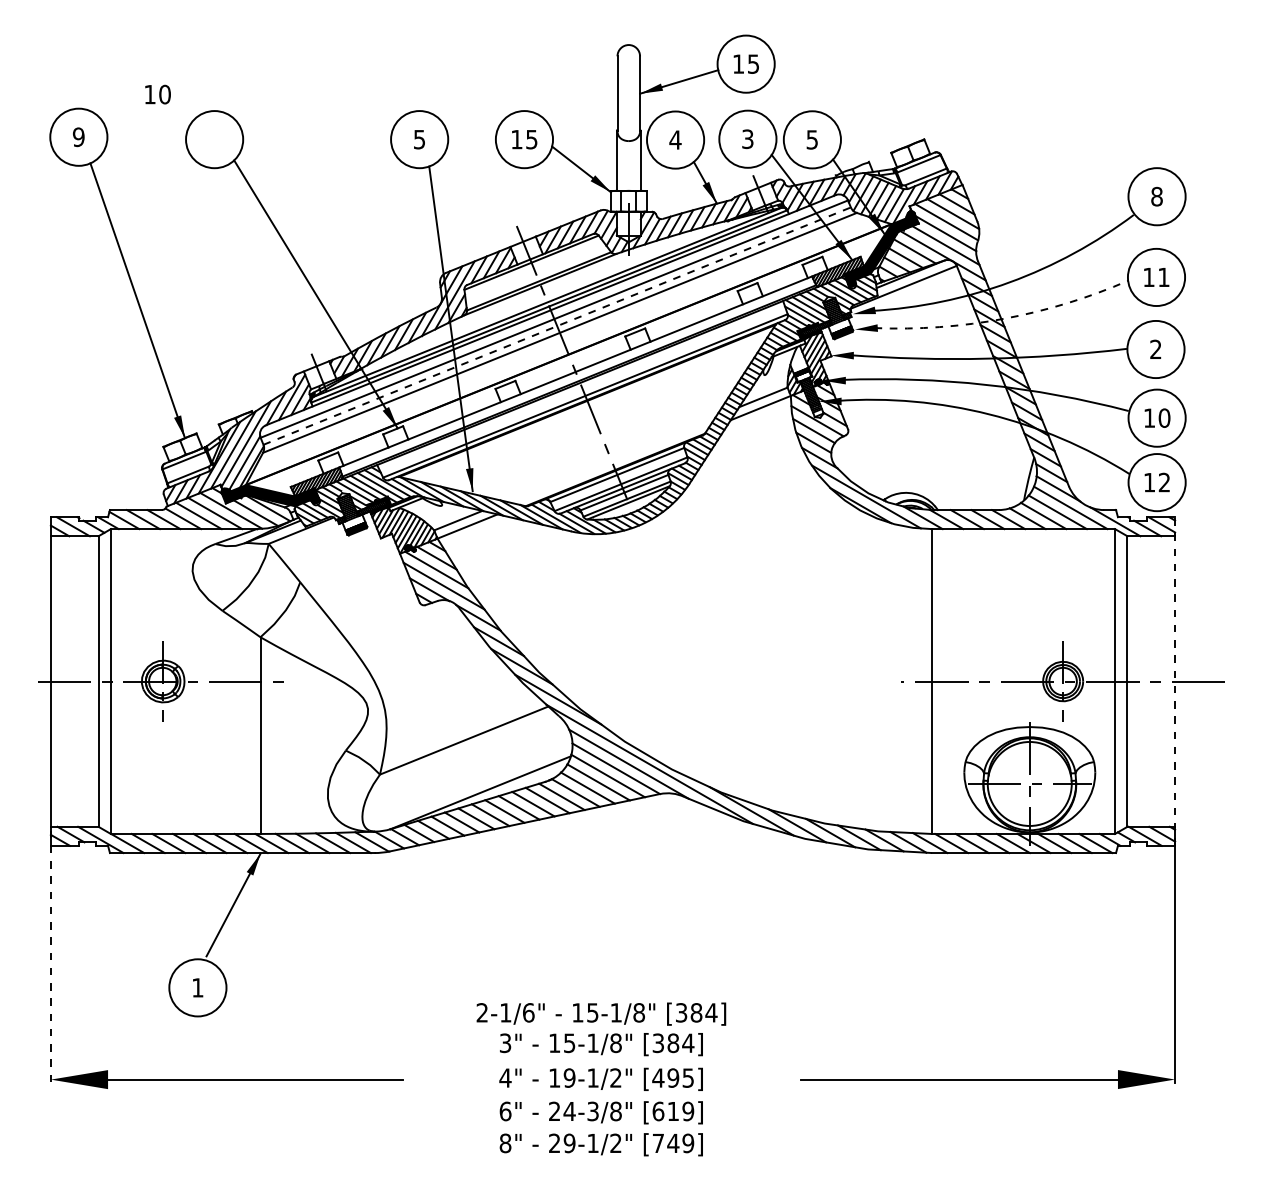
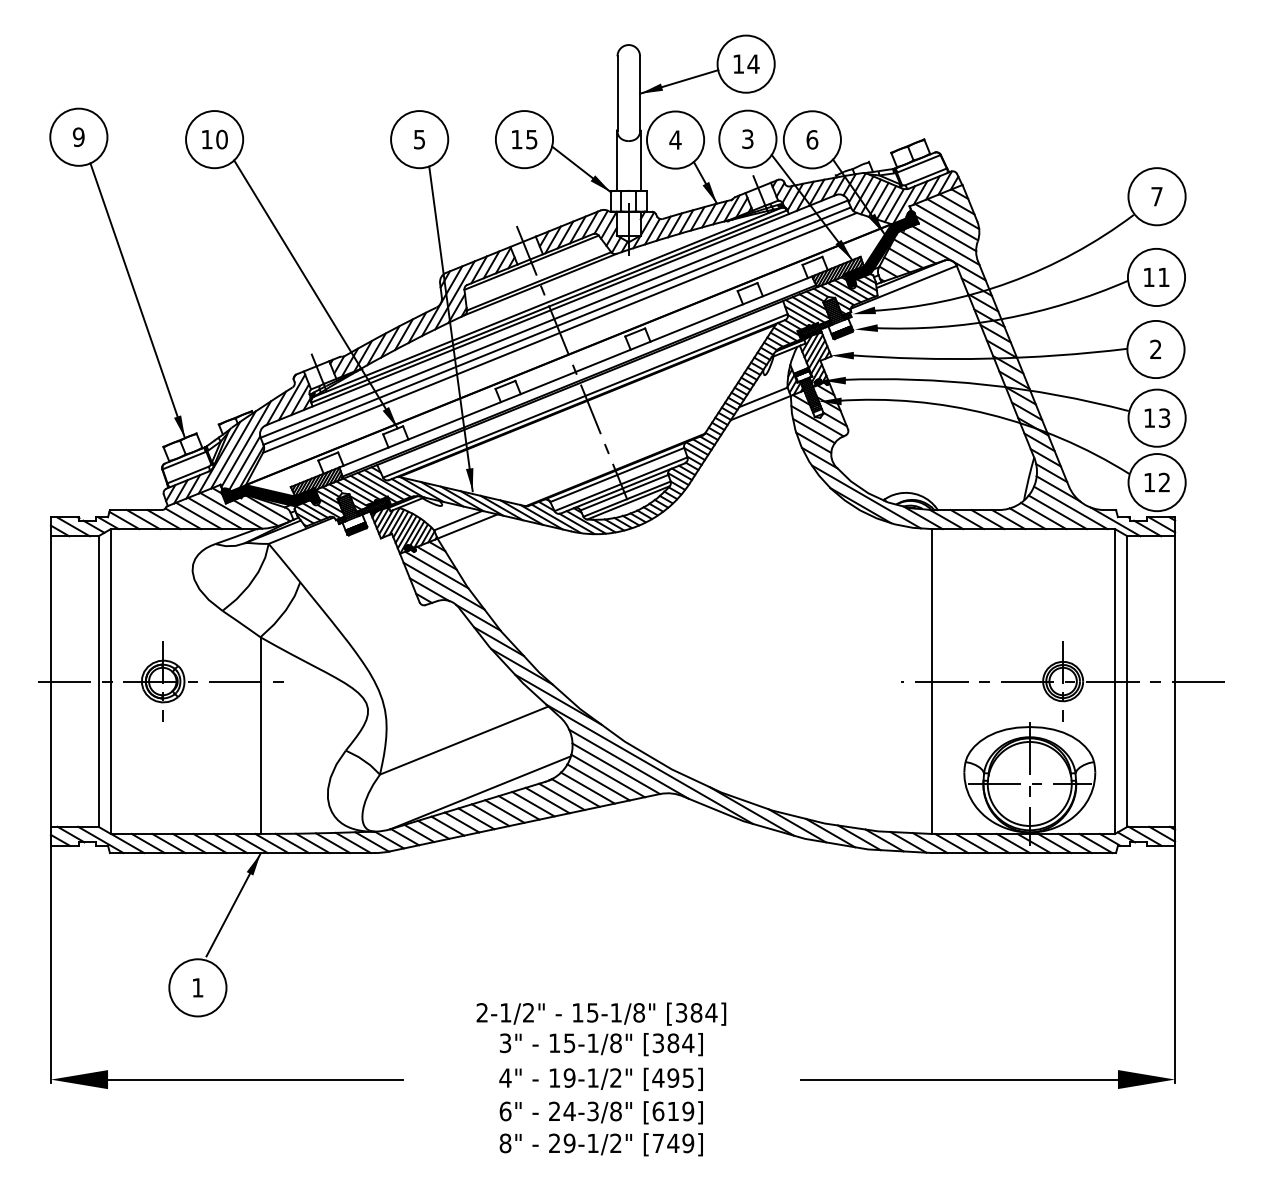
text at (753, 63): 15 -> 14
text at (157, 94) position: (157, 94) -> (214, 139)
text at (812, 139): 5 -> 6
text at (1156, 196): 8 -> 7
arc at (1004, 318): dashed -> solid
line at (557, 326): dashed -> solid
text at (1164, 417): 10 -> 13
line at (1175, 681): dashed -> solid
line at (50, 957): dashed -> solid
text at (528, 1012): 2-1/6" -> 2-1/2"
